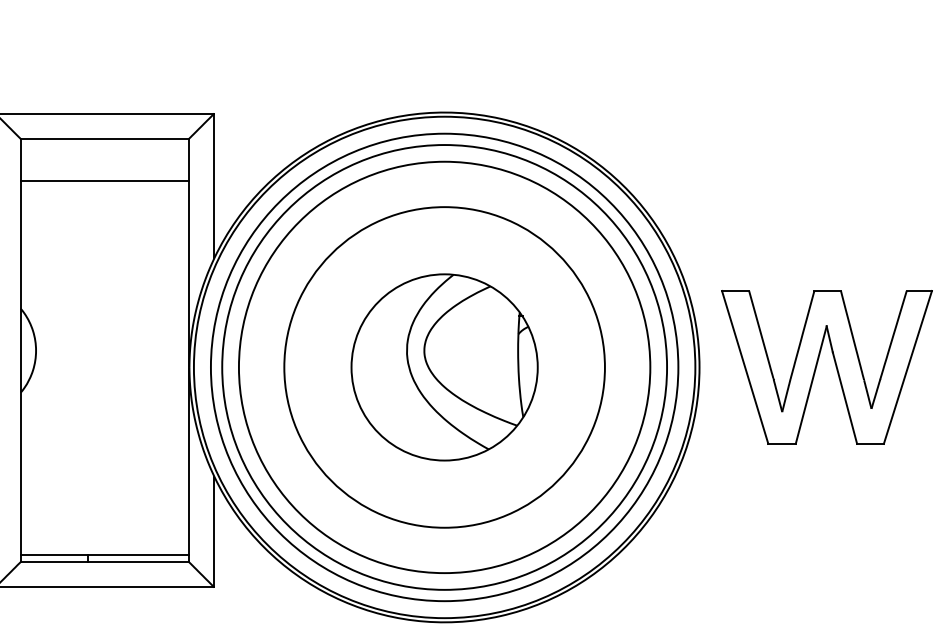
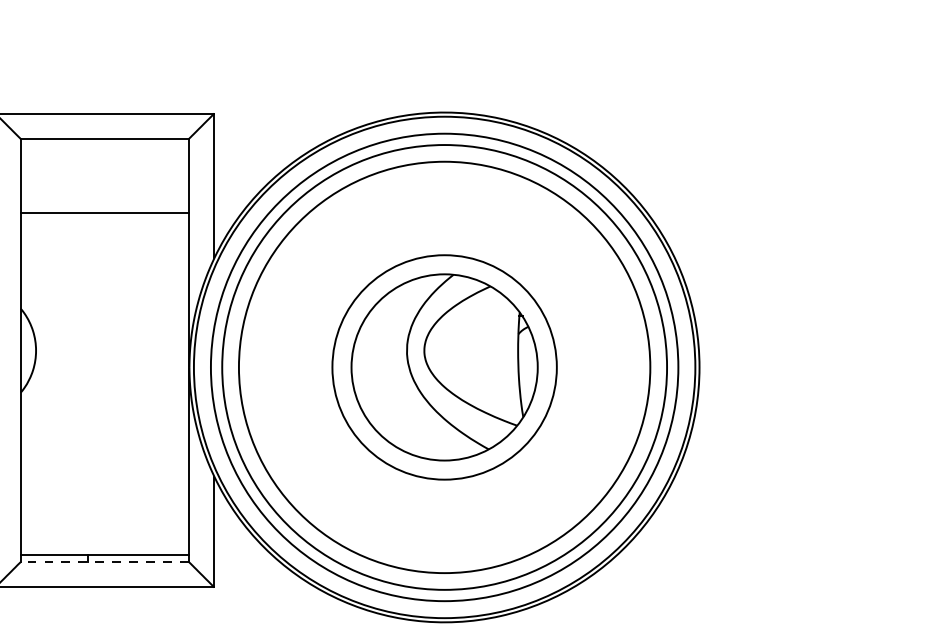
line at (104, 180) position: (104, 180) -> (104, 212)
part at (834, 363): present -> none
circle at (444, 367) diameter: 321 px -> 224 px
line at (104, 562): solid -> dashed
